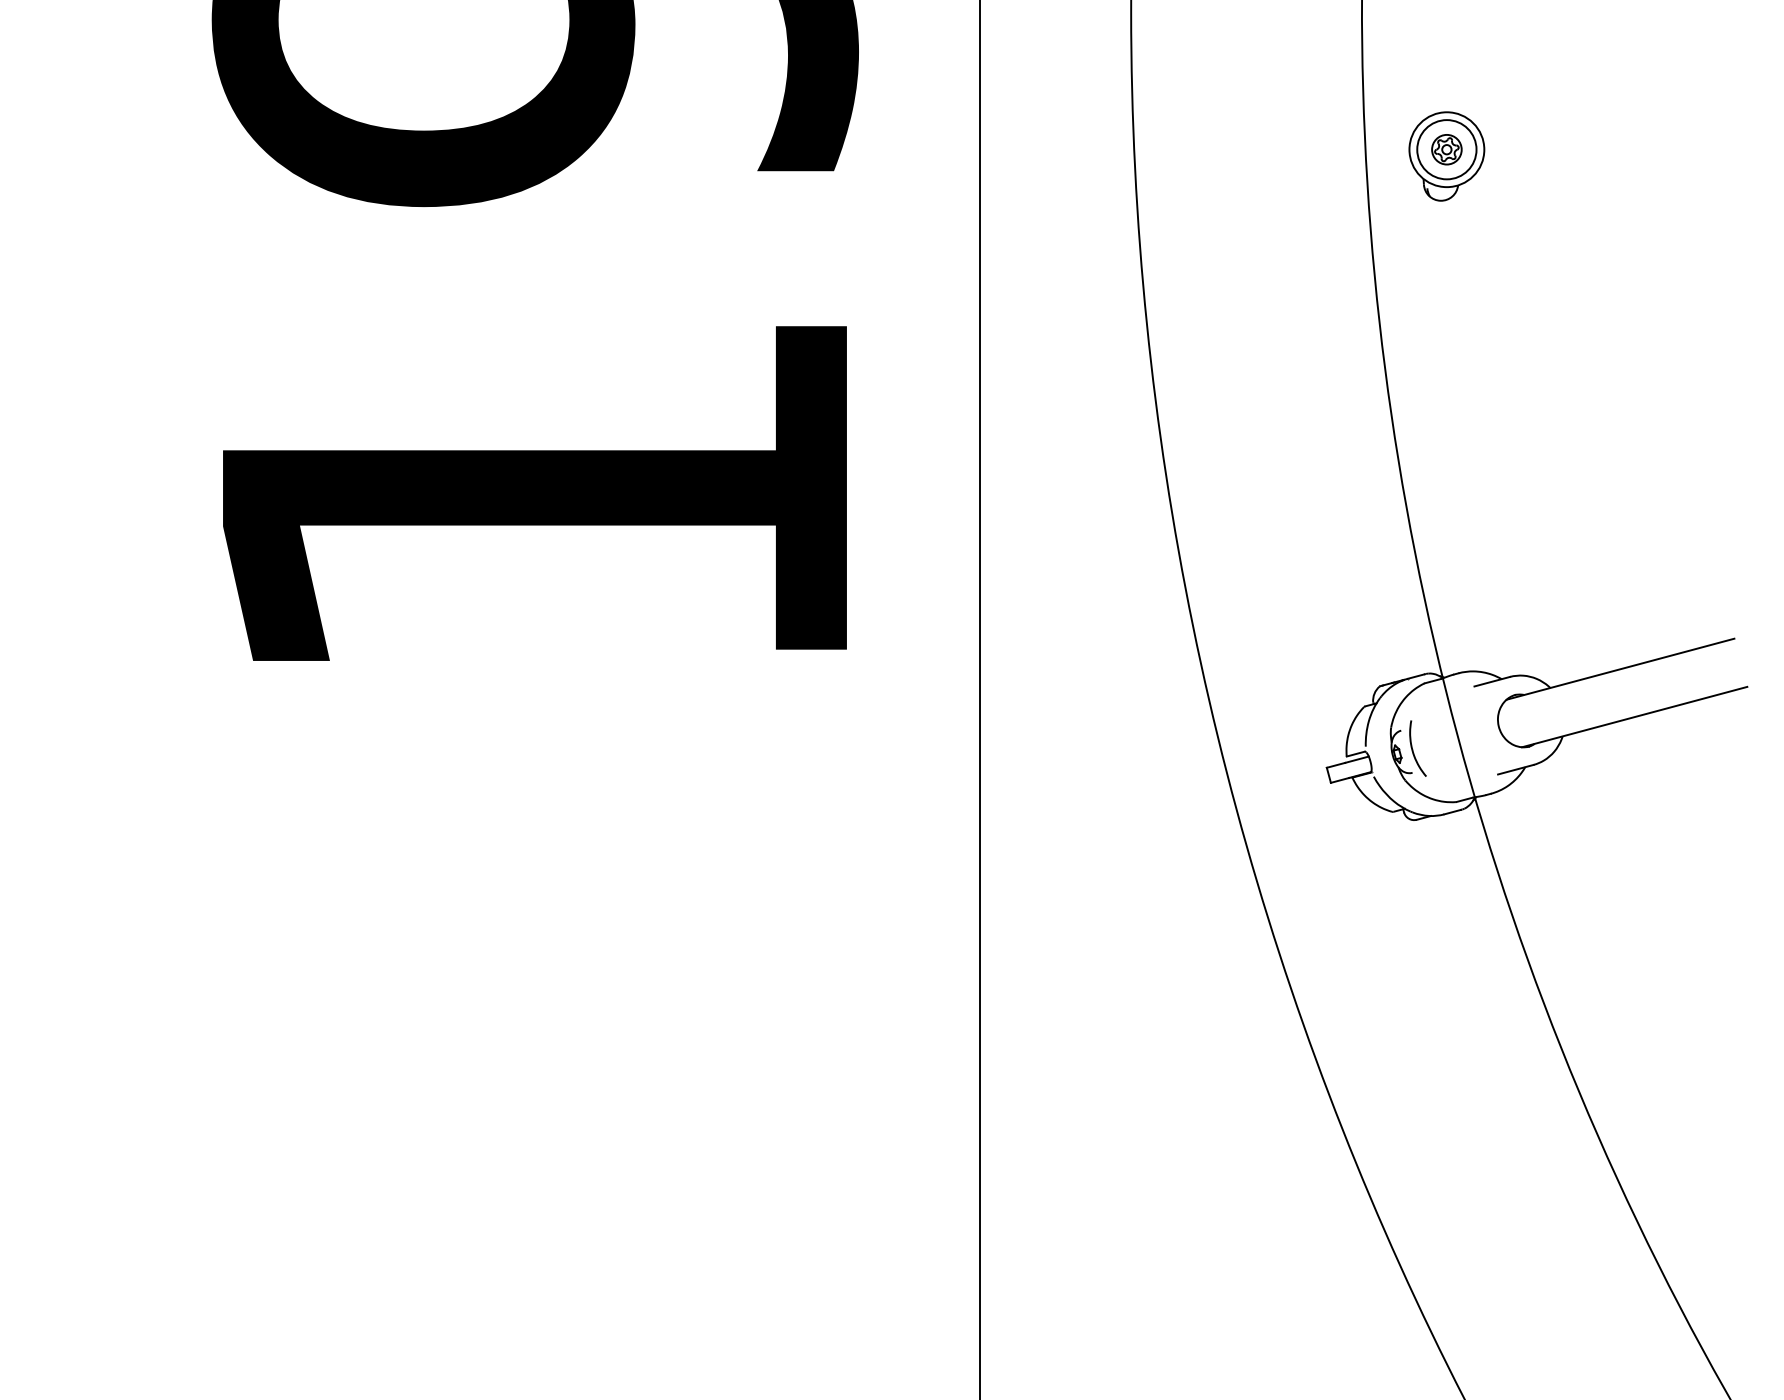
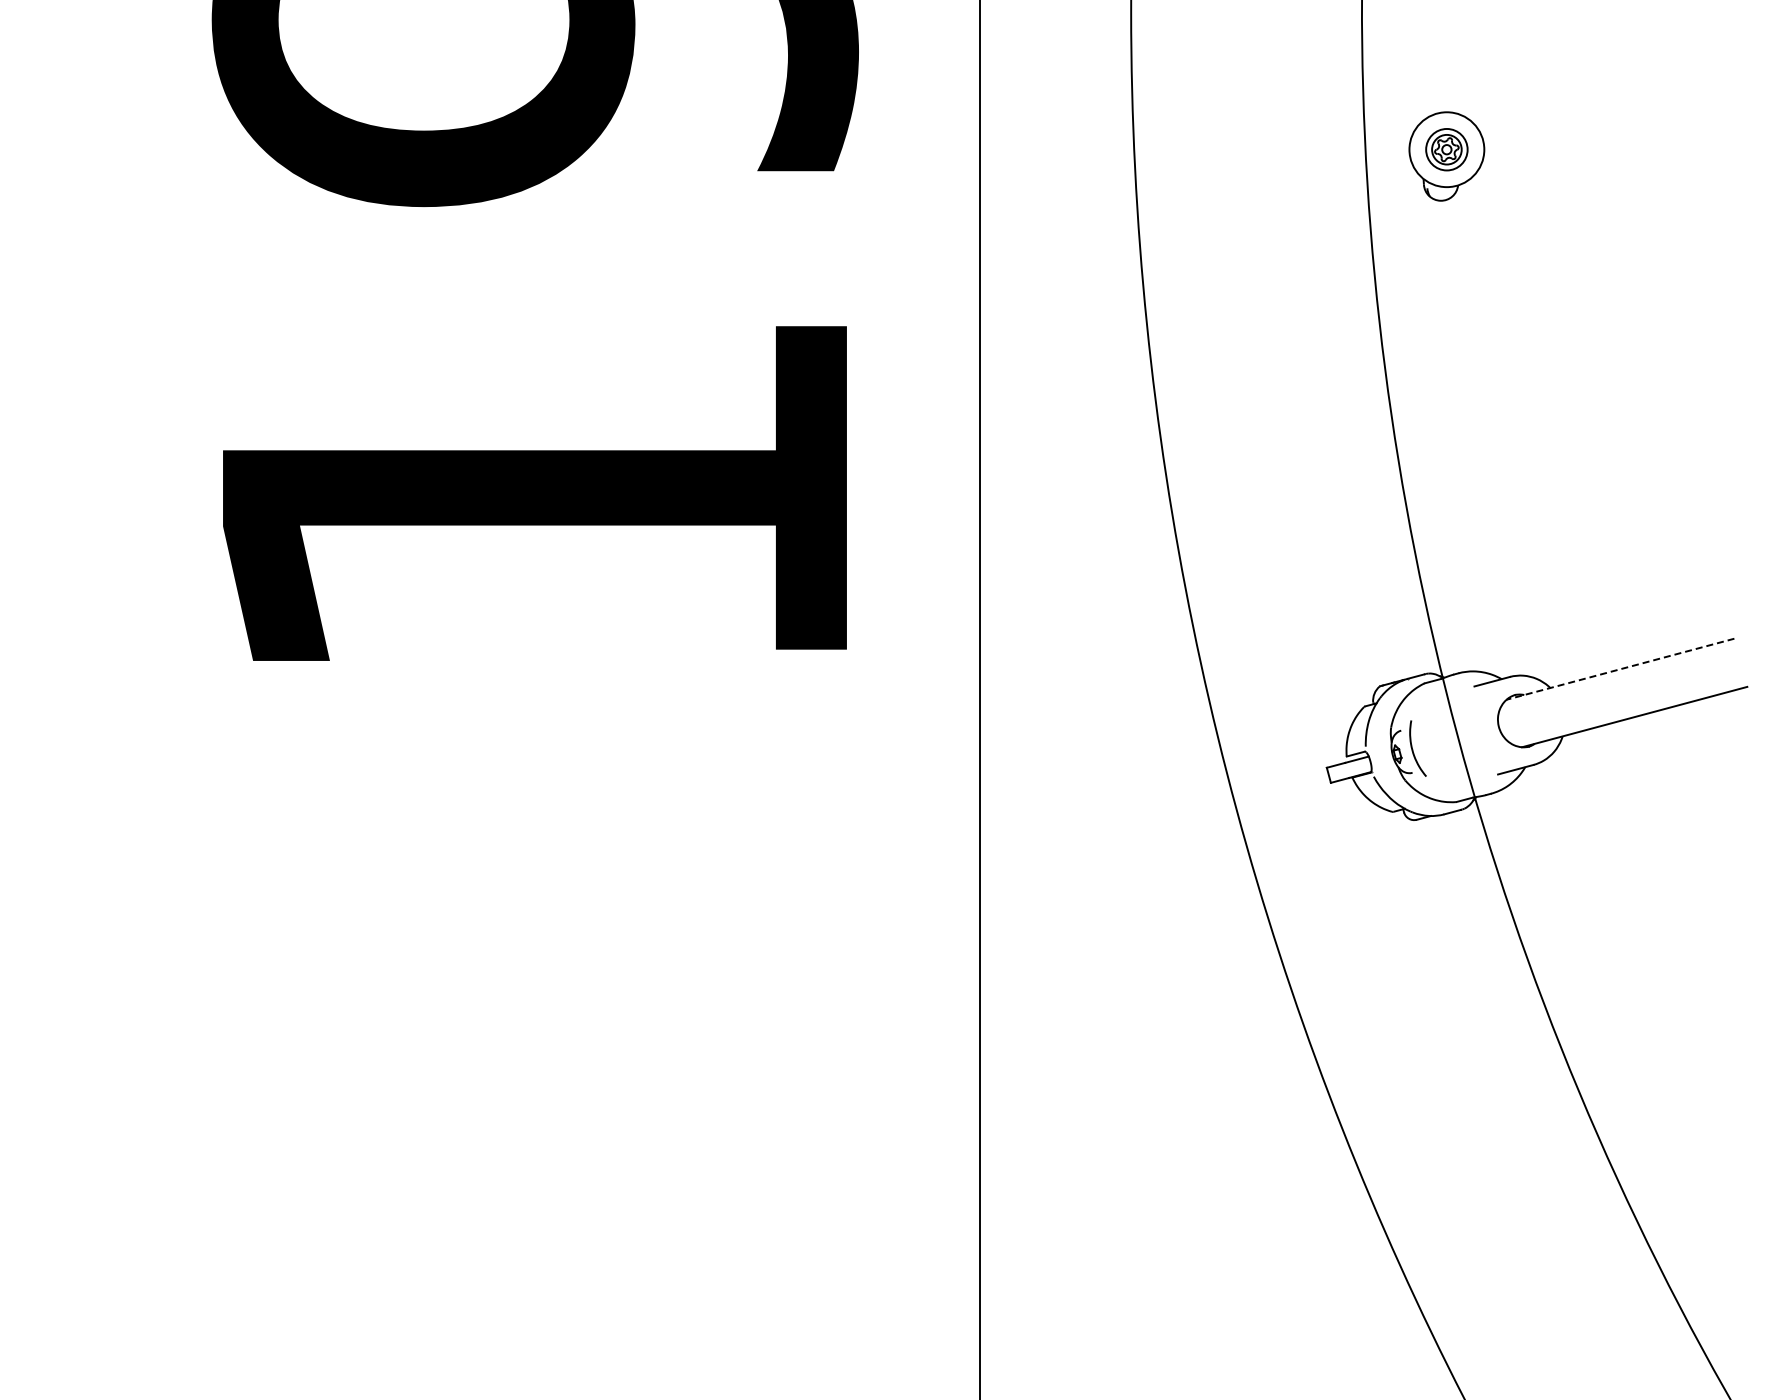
circle at (1446, 149) diameter: 59 px -> 41 px
line at (1620, 669): solid -> dashed
